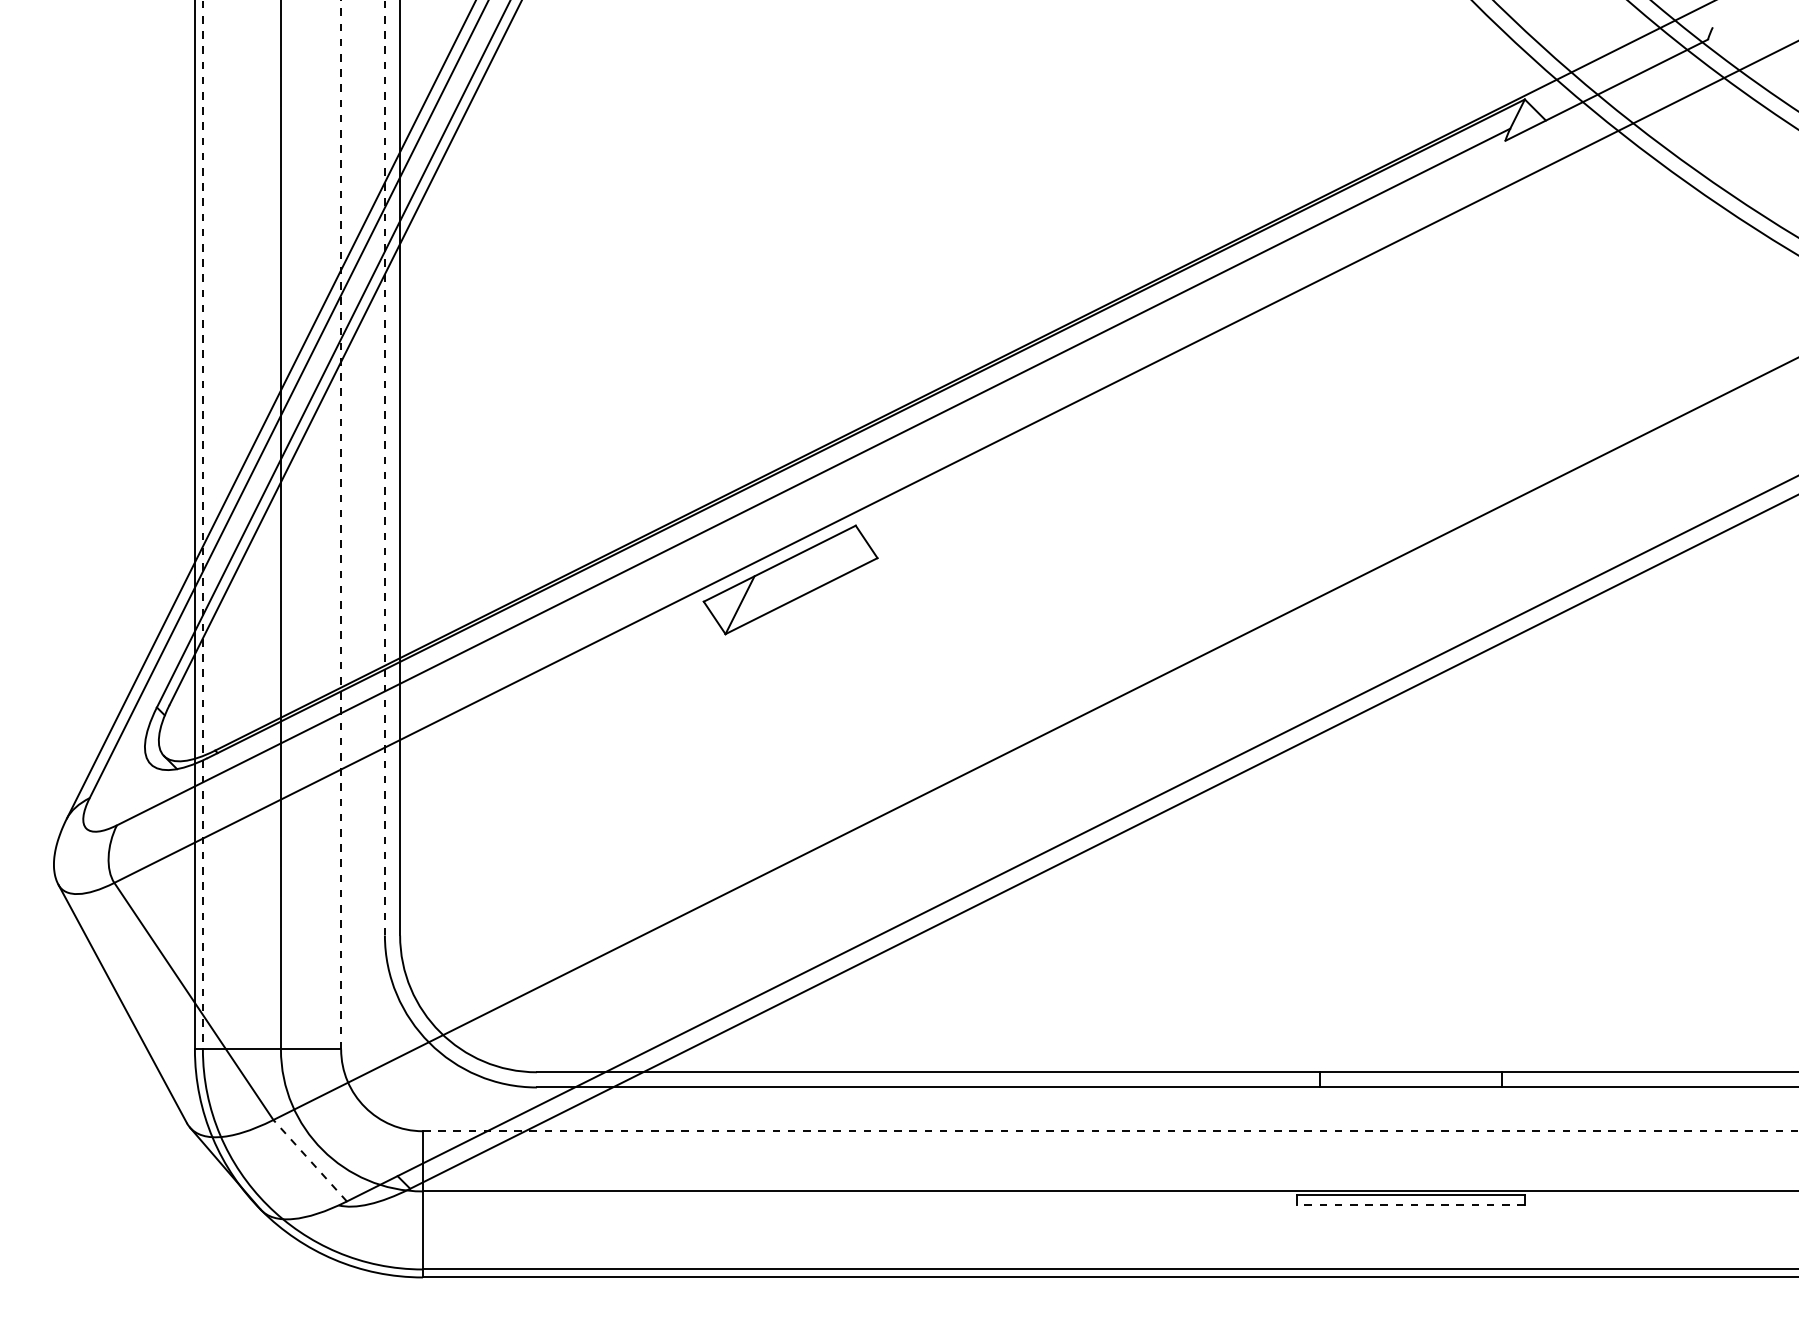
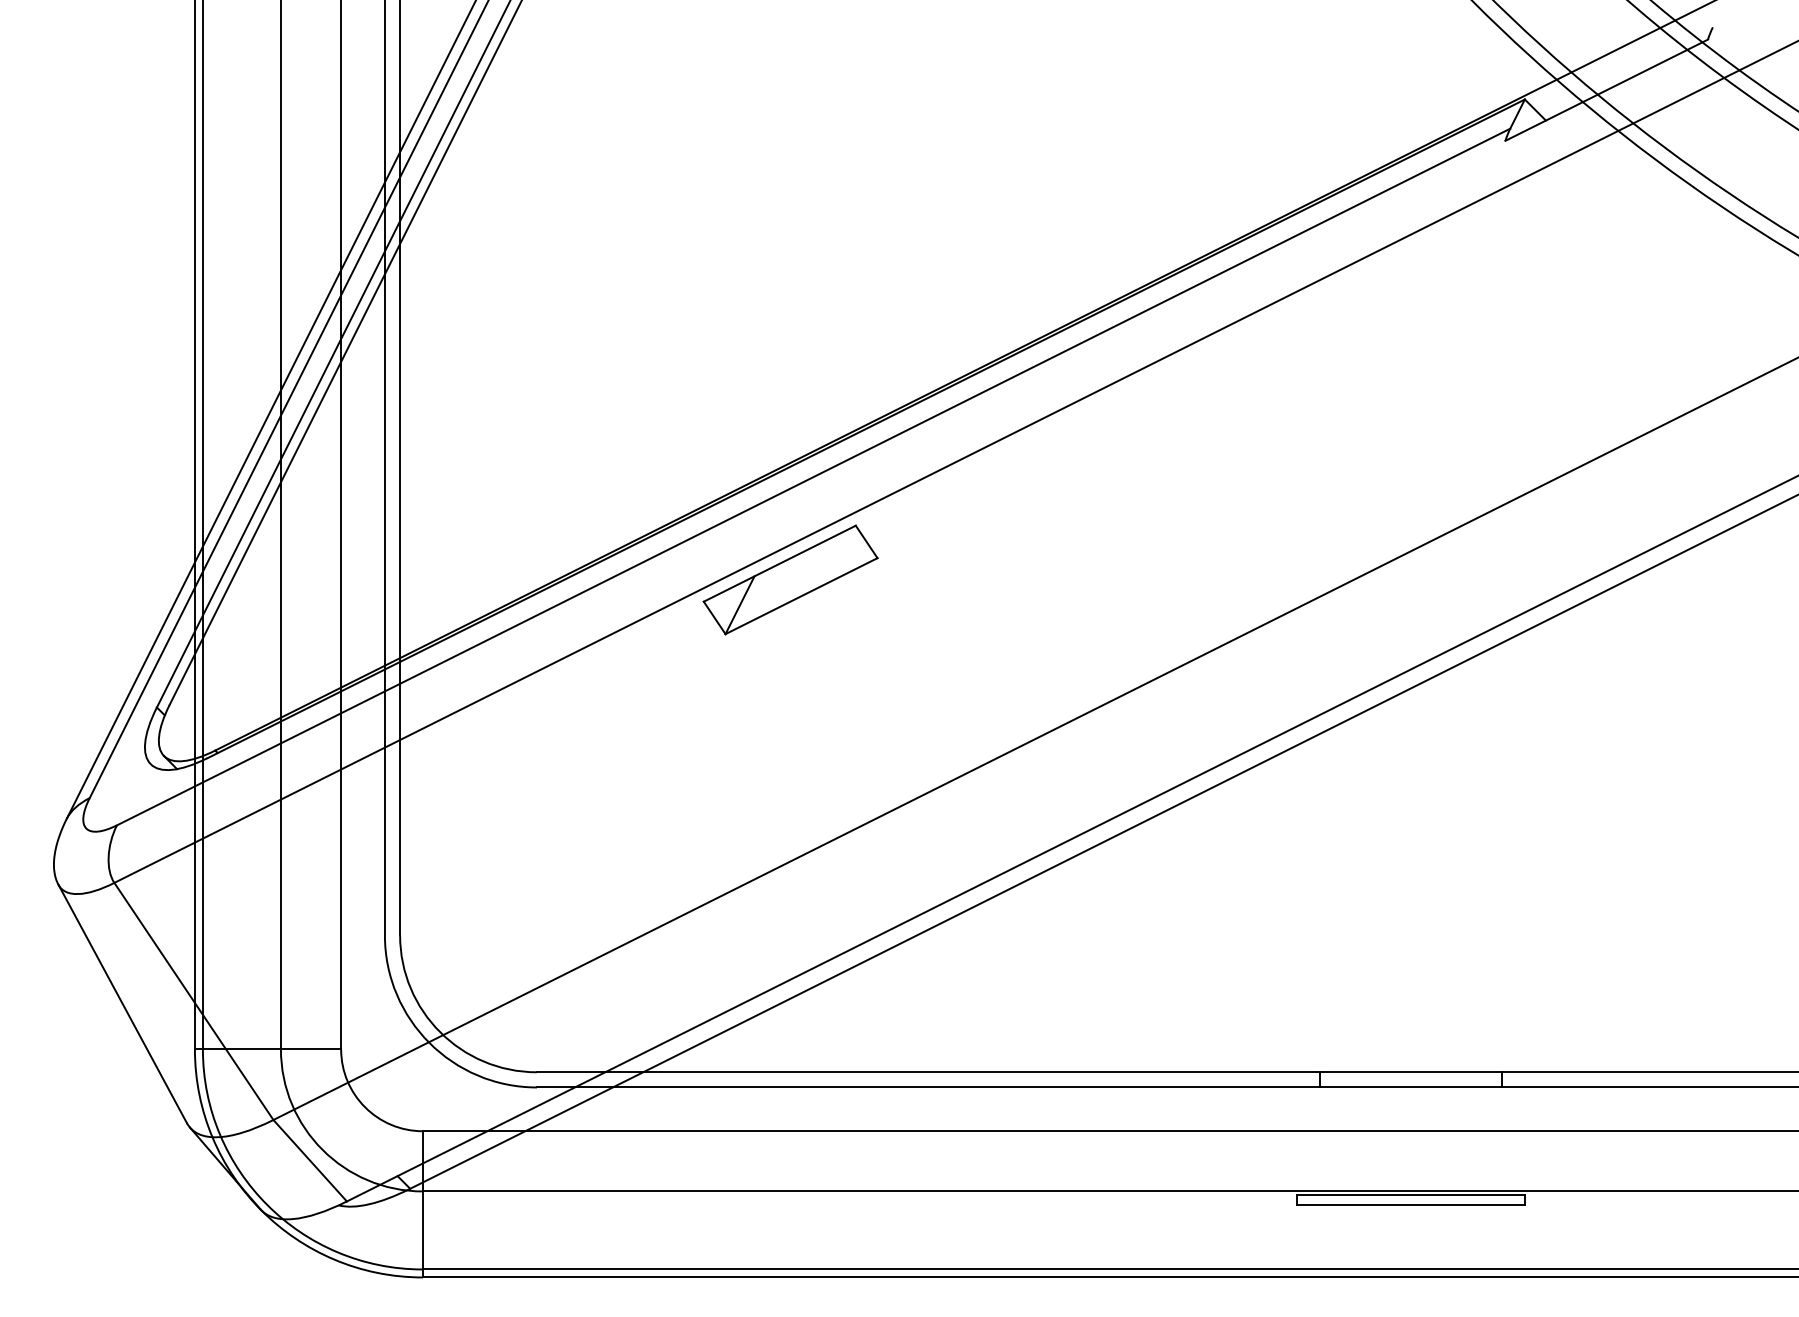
line at (384, 467): dashed -> solid
line at (341, 524): dashed -> solid
line at (202, 525): dashed -> solid
line at (1110, 1131): dashed -> solid
line at (310, 1160): dashed -> solid
line at (1410, 1205): dashed -> solid
